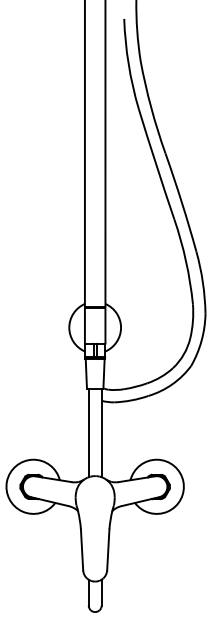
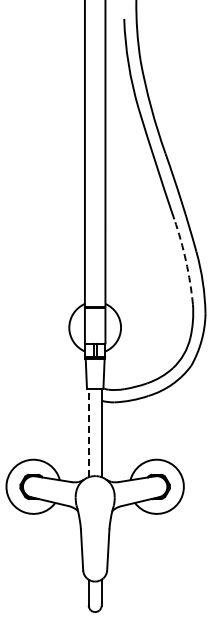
arc at (186, 261): solid -> dashed
line at (88, 432): solid -> dashed
